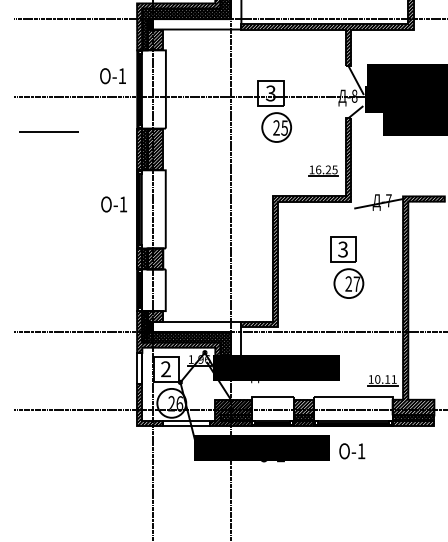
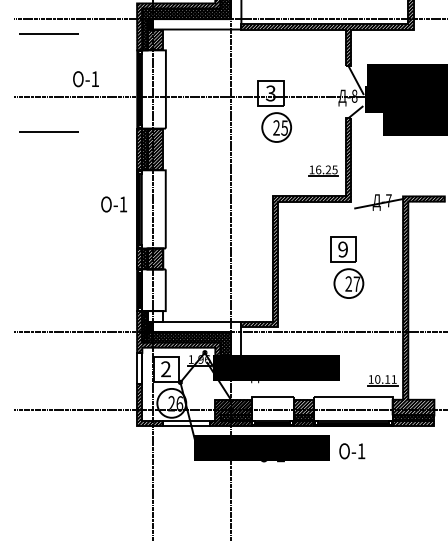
line at (48, 33): none -> present
text at (112, 76) position: (112, 76) -> (85, 79)
text at (342, 249): 3 -> 9
hatch at (155, 316): present -> none
